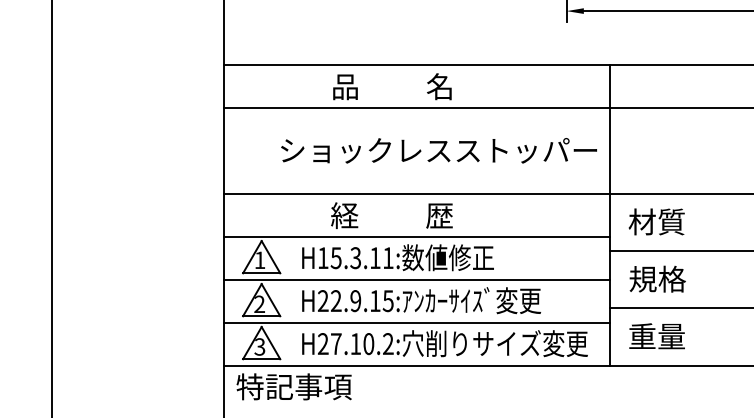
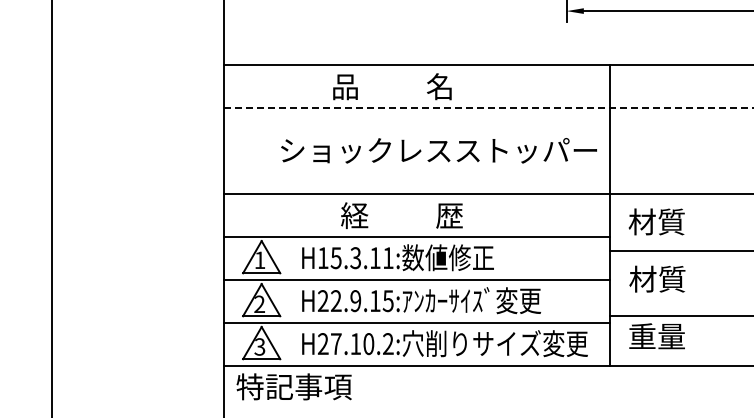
line at (488, 107): solid -> dashed
text at (391, 215) position: (391, 215) -> (401, 215)
text at (657, 278): 規格 -> 材質
line at (679, 308) position: (679, 308) -> (679, 316)
